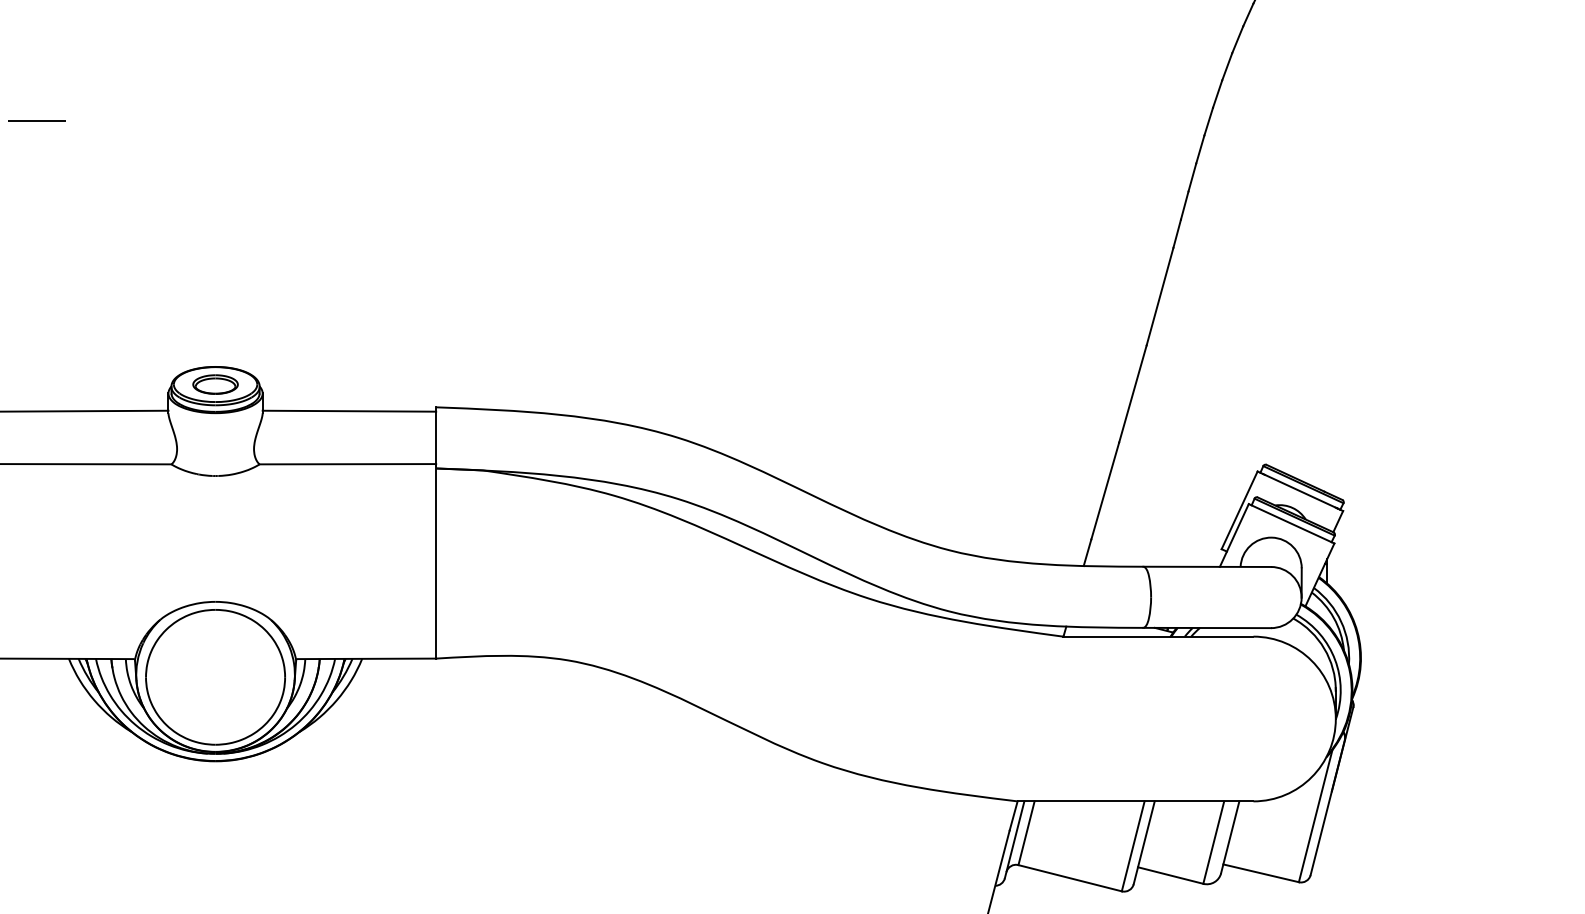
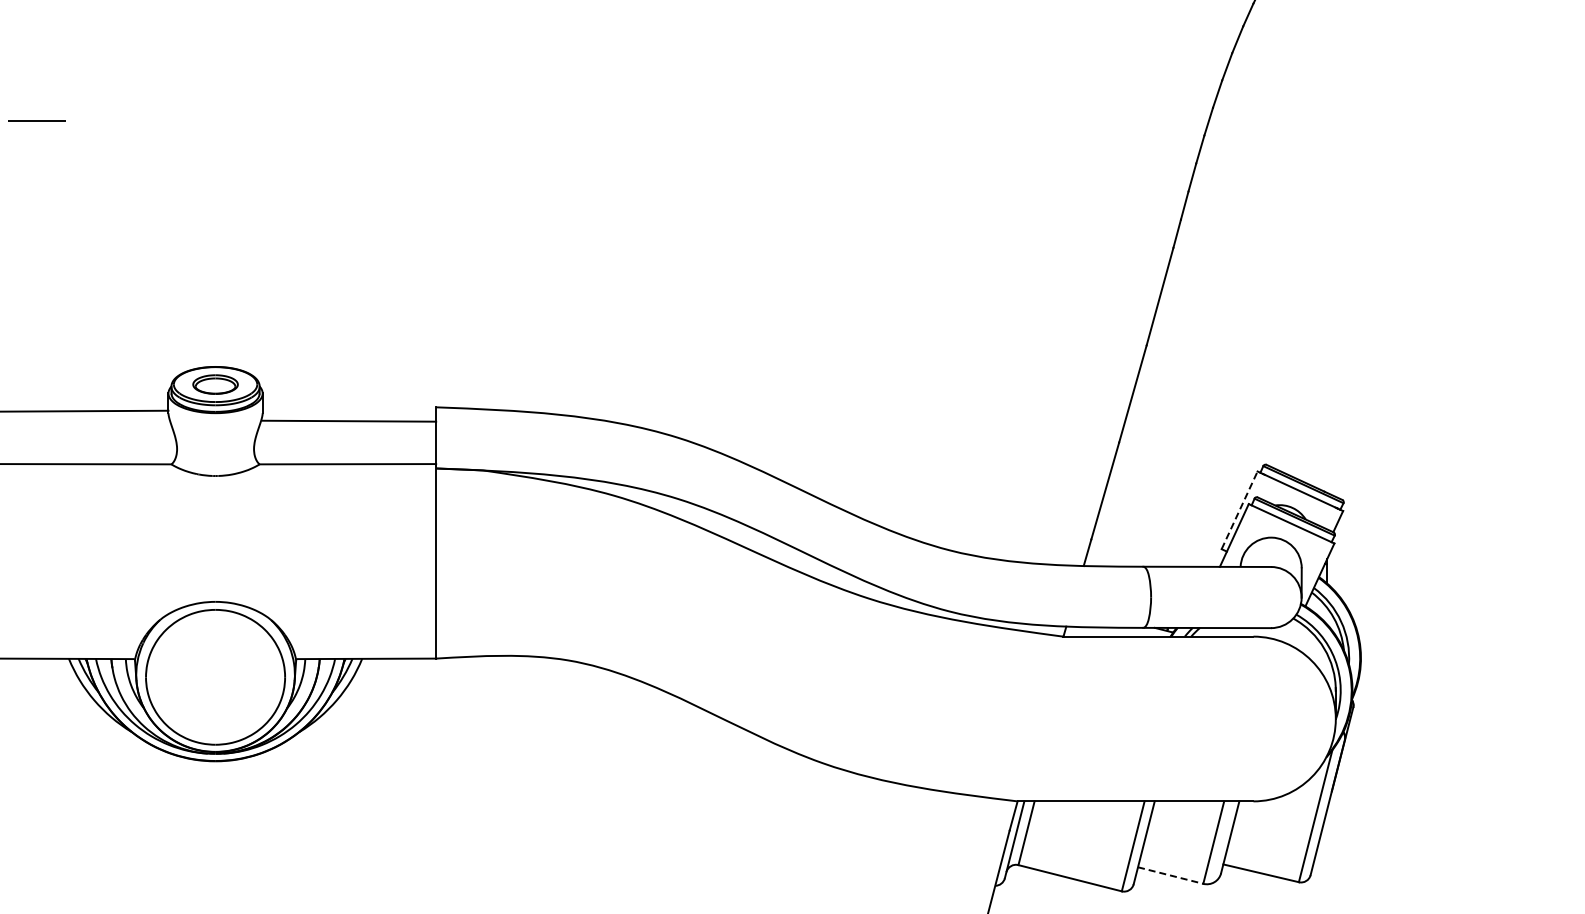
line at (349, 410) position: (349, 410) -> (349, 420)
line at (1239, 510): solid -> dashed
line at (1170, 875): solid -> dashed
